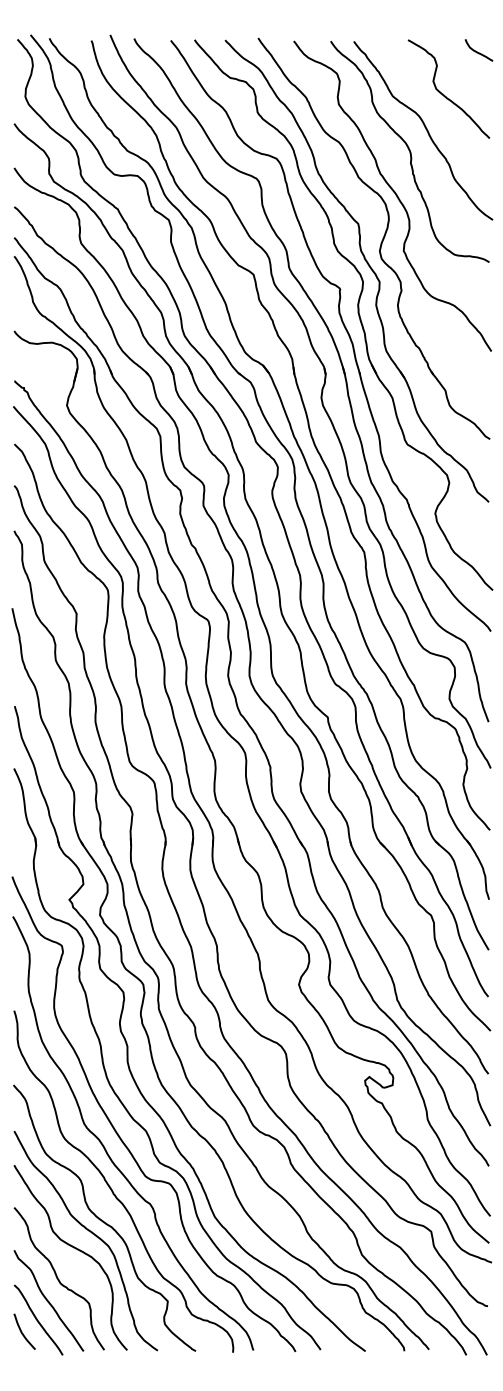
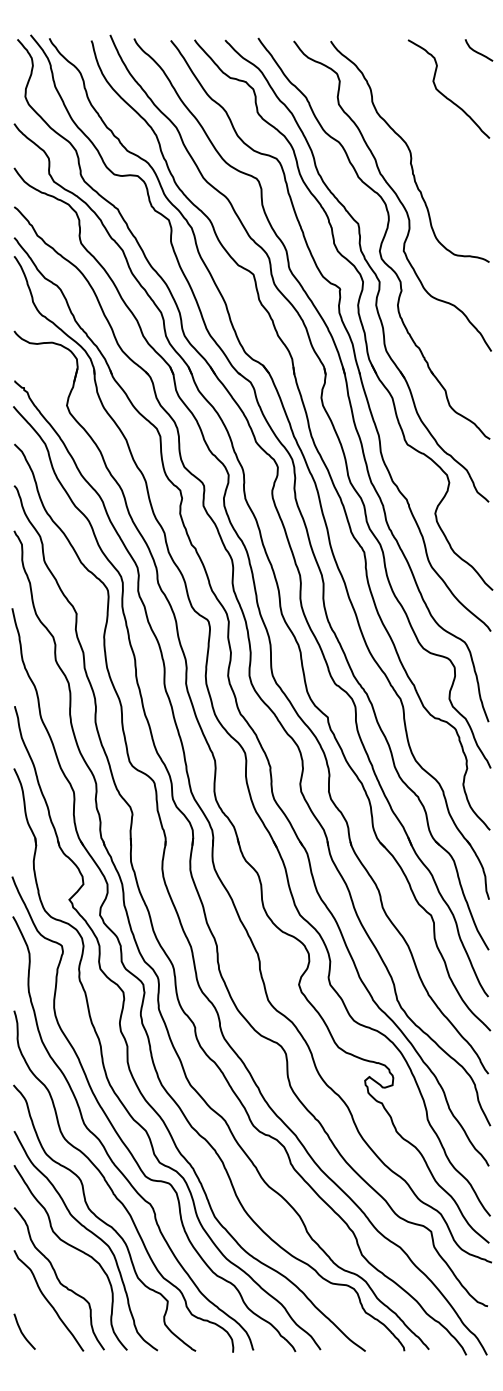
curve at (425, 129): present -> none
curve at (37, 1319): present -> none
